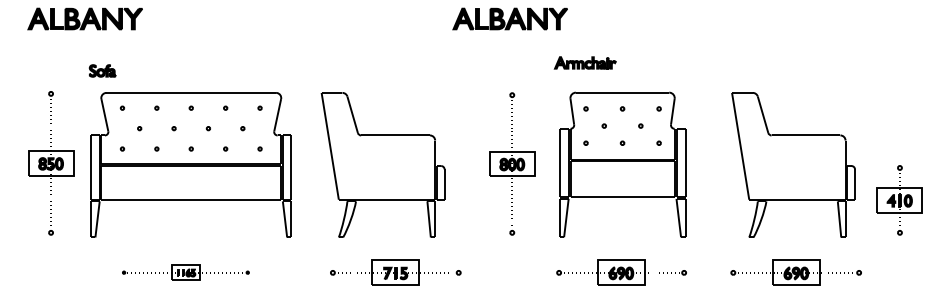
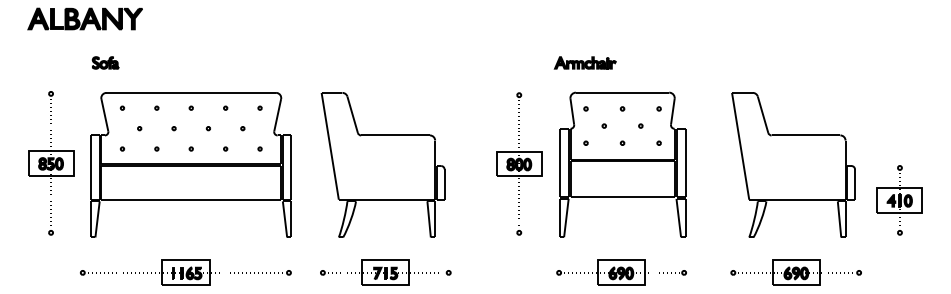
part at (509, 18): present -> none
part at (102, 70) position: (102, 70) -> (105, 62)
part at (512, 163) position: (512, 163) -> (519, 163)
part at (185, 272) size: 128x17 px -> 212x27 px
part at (395, 272) position: (395, 272) -> (385, 272)
